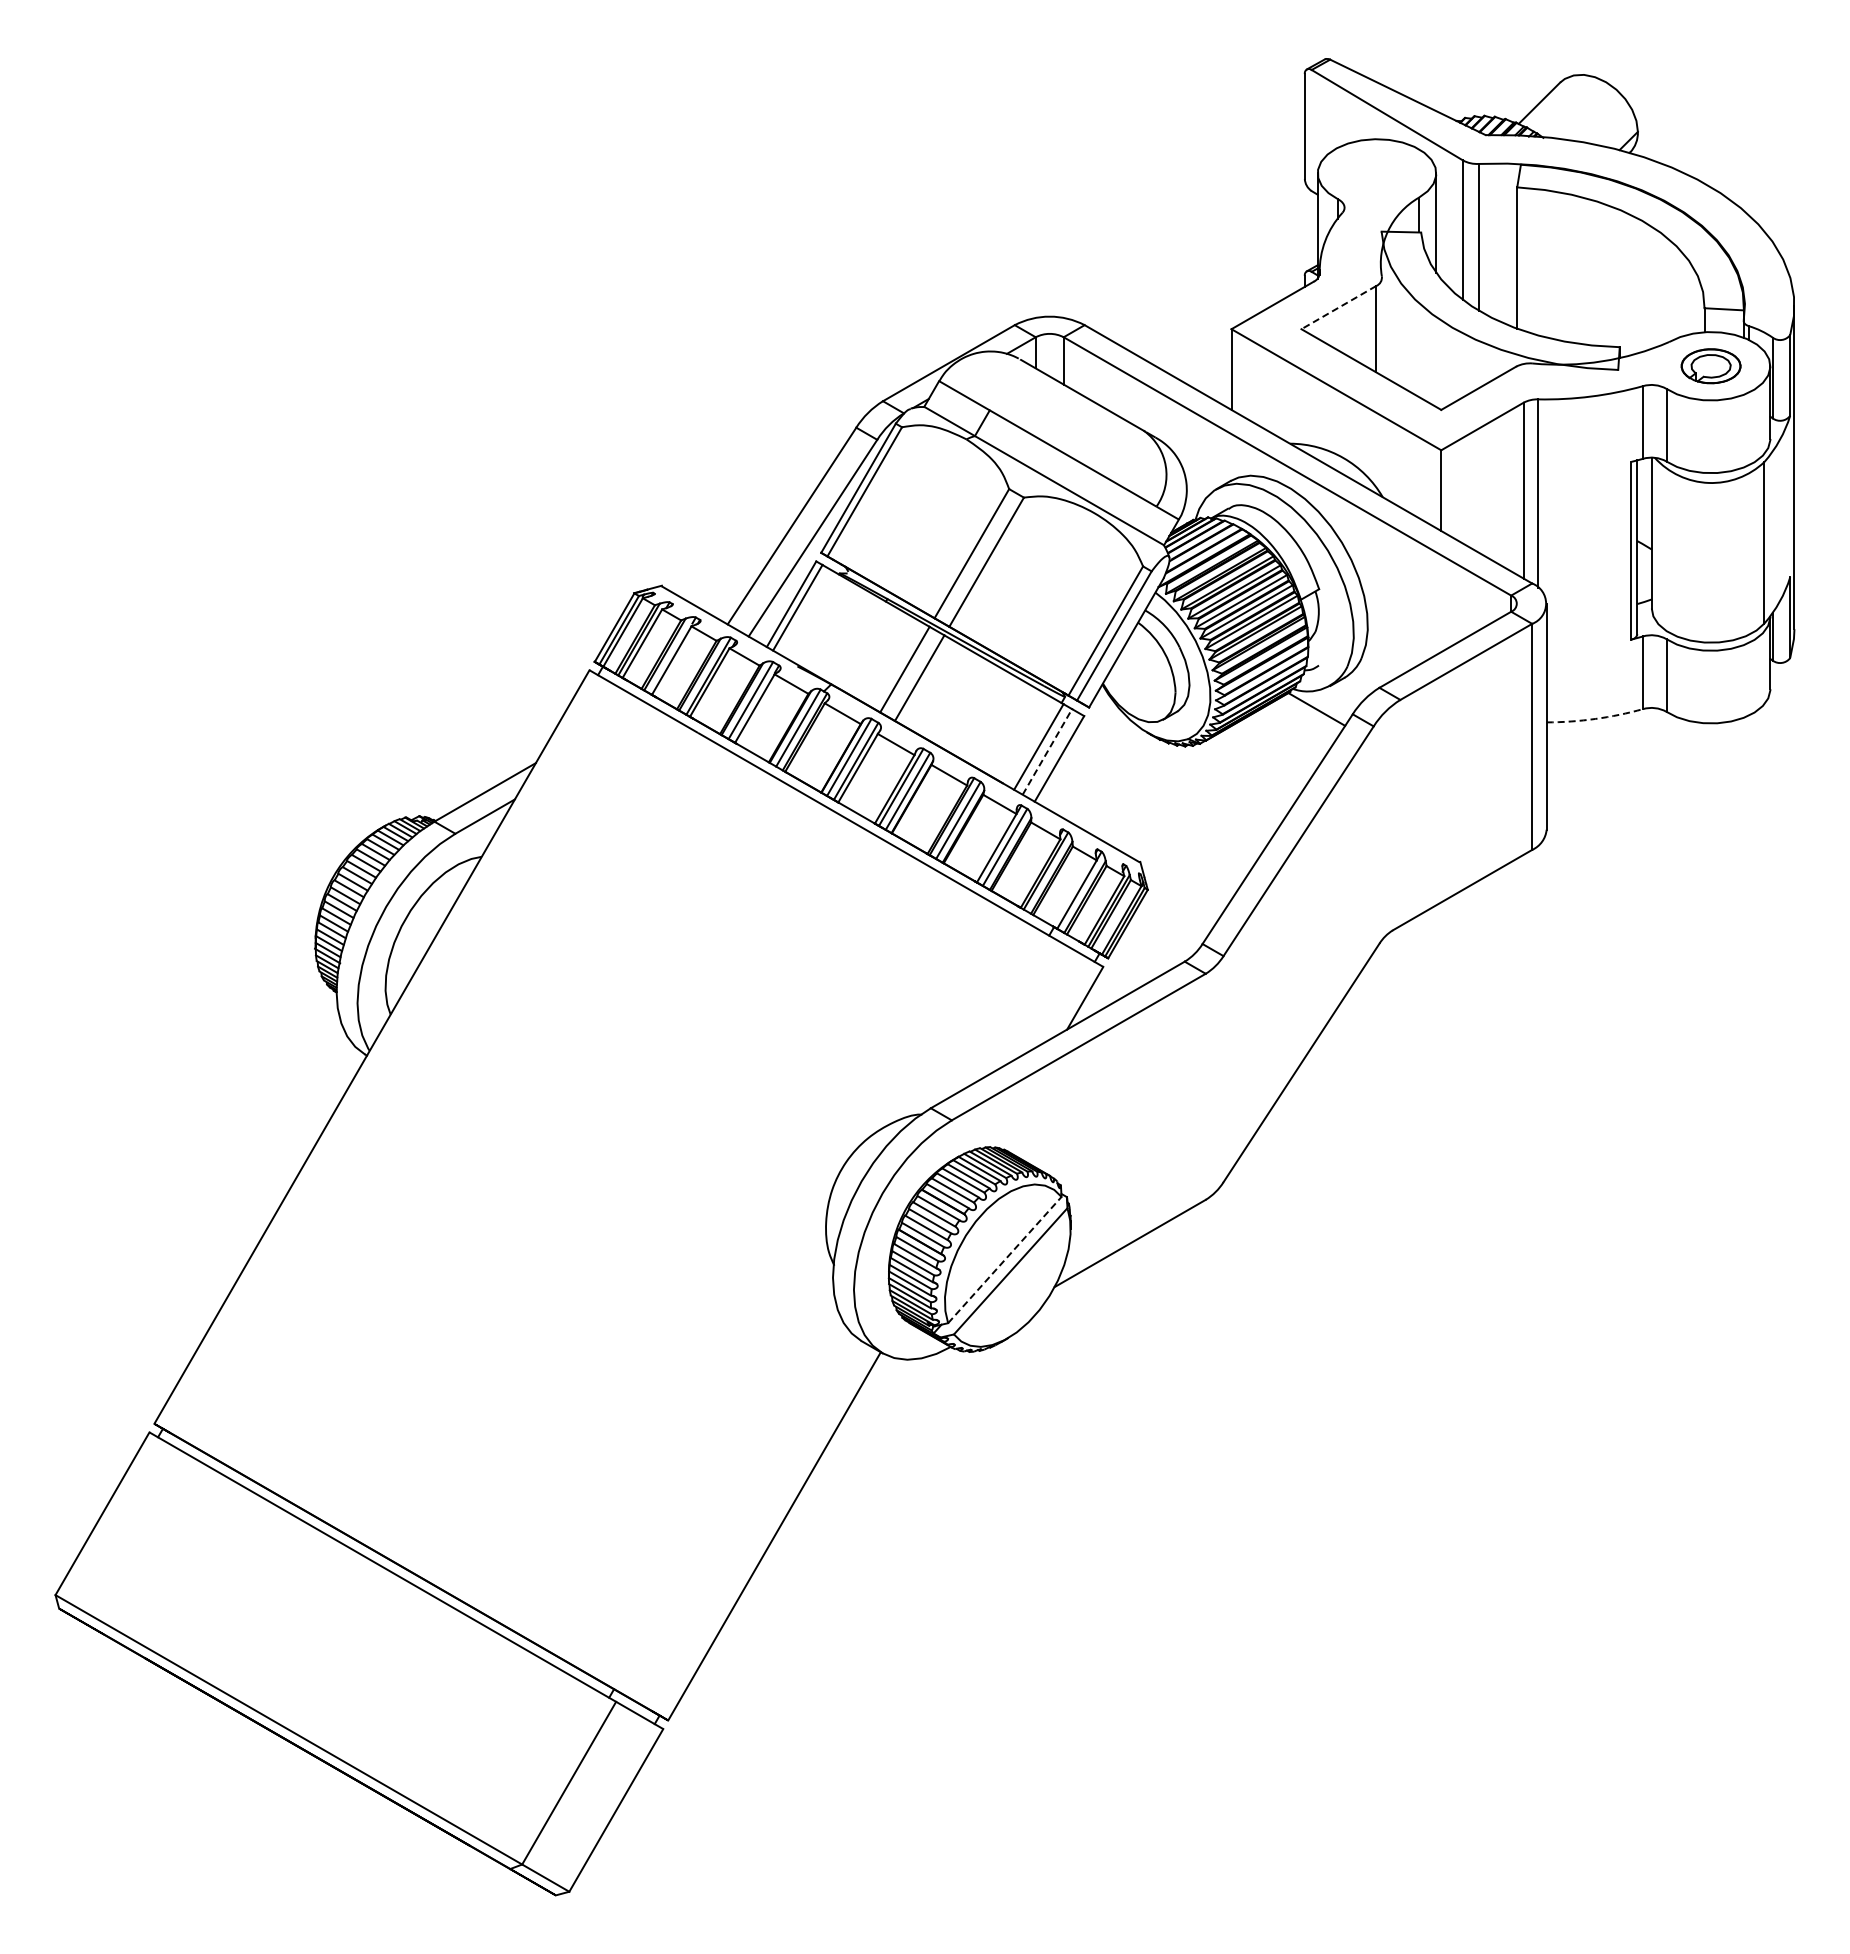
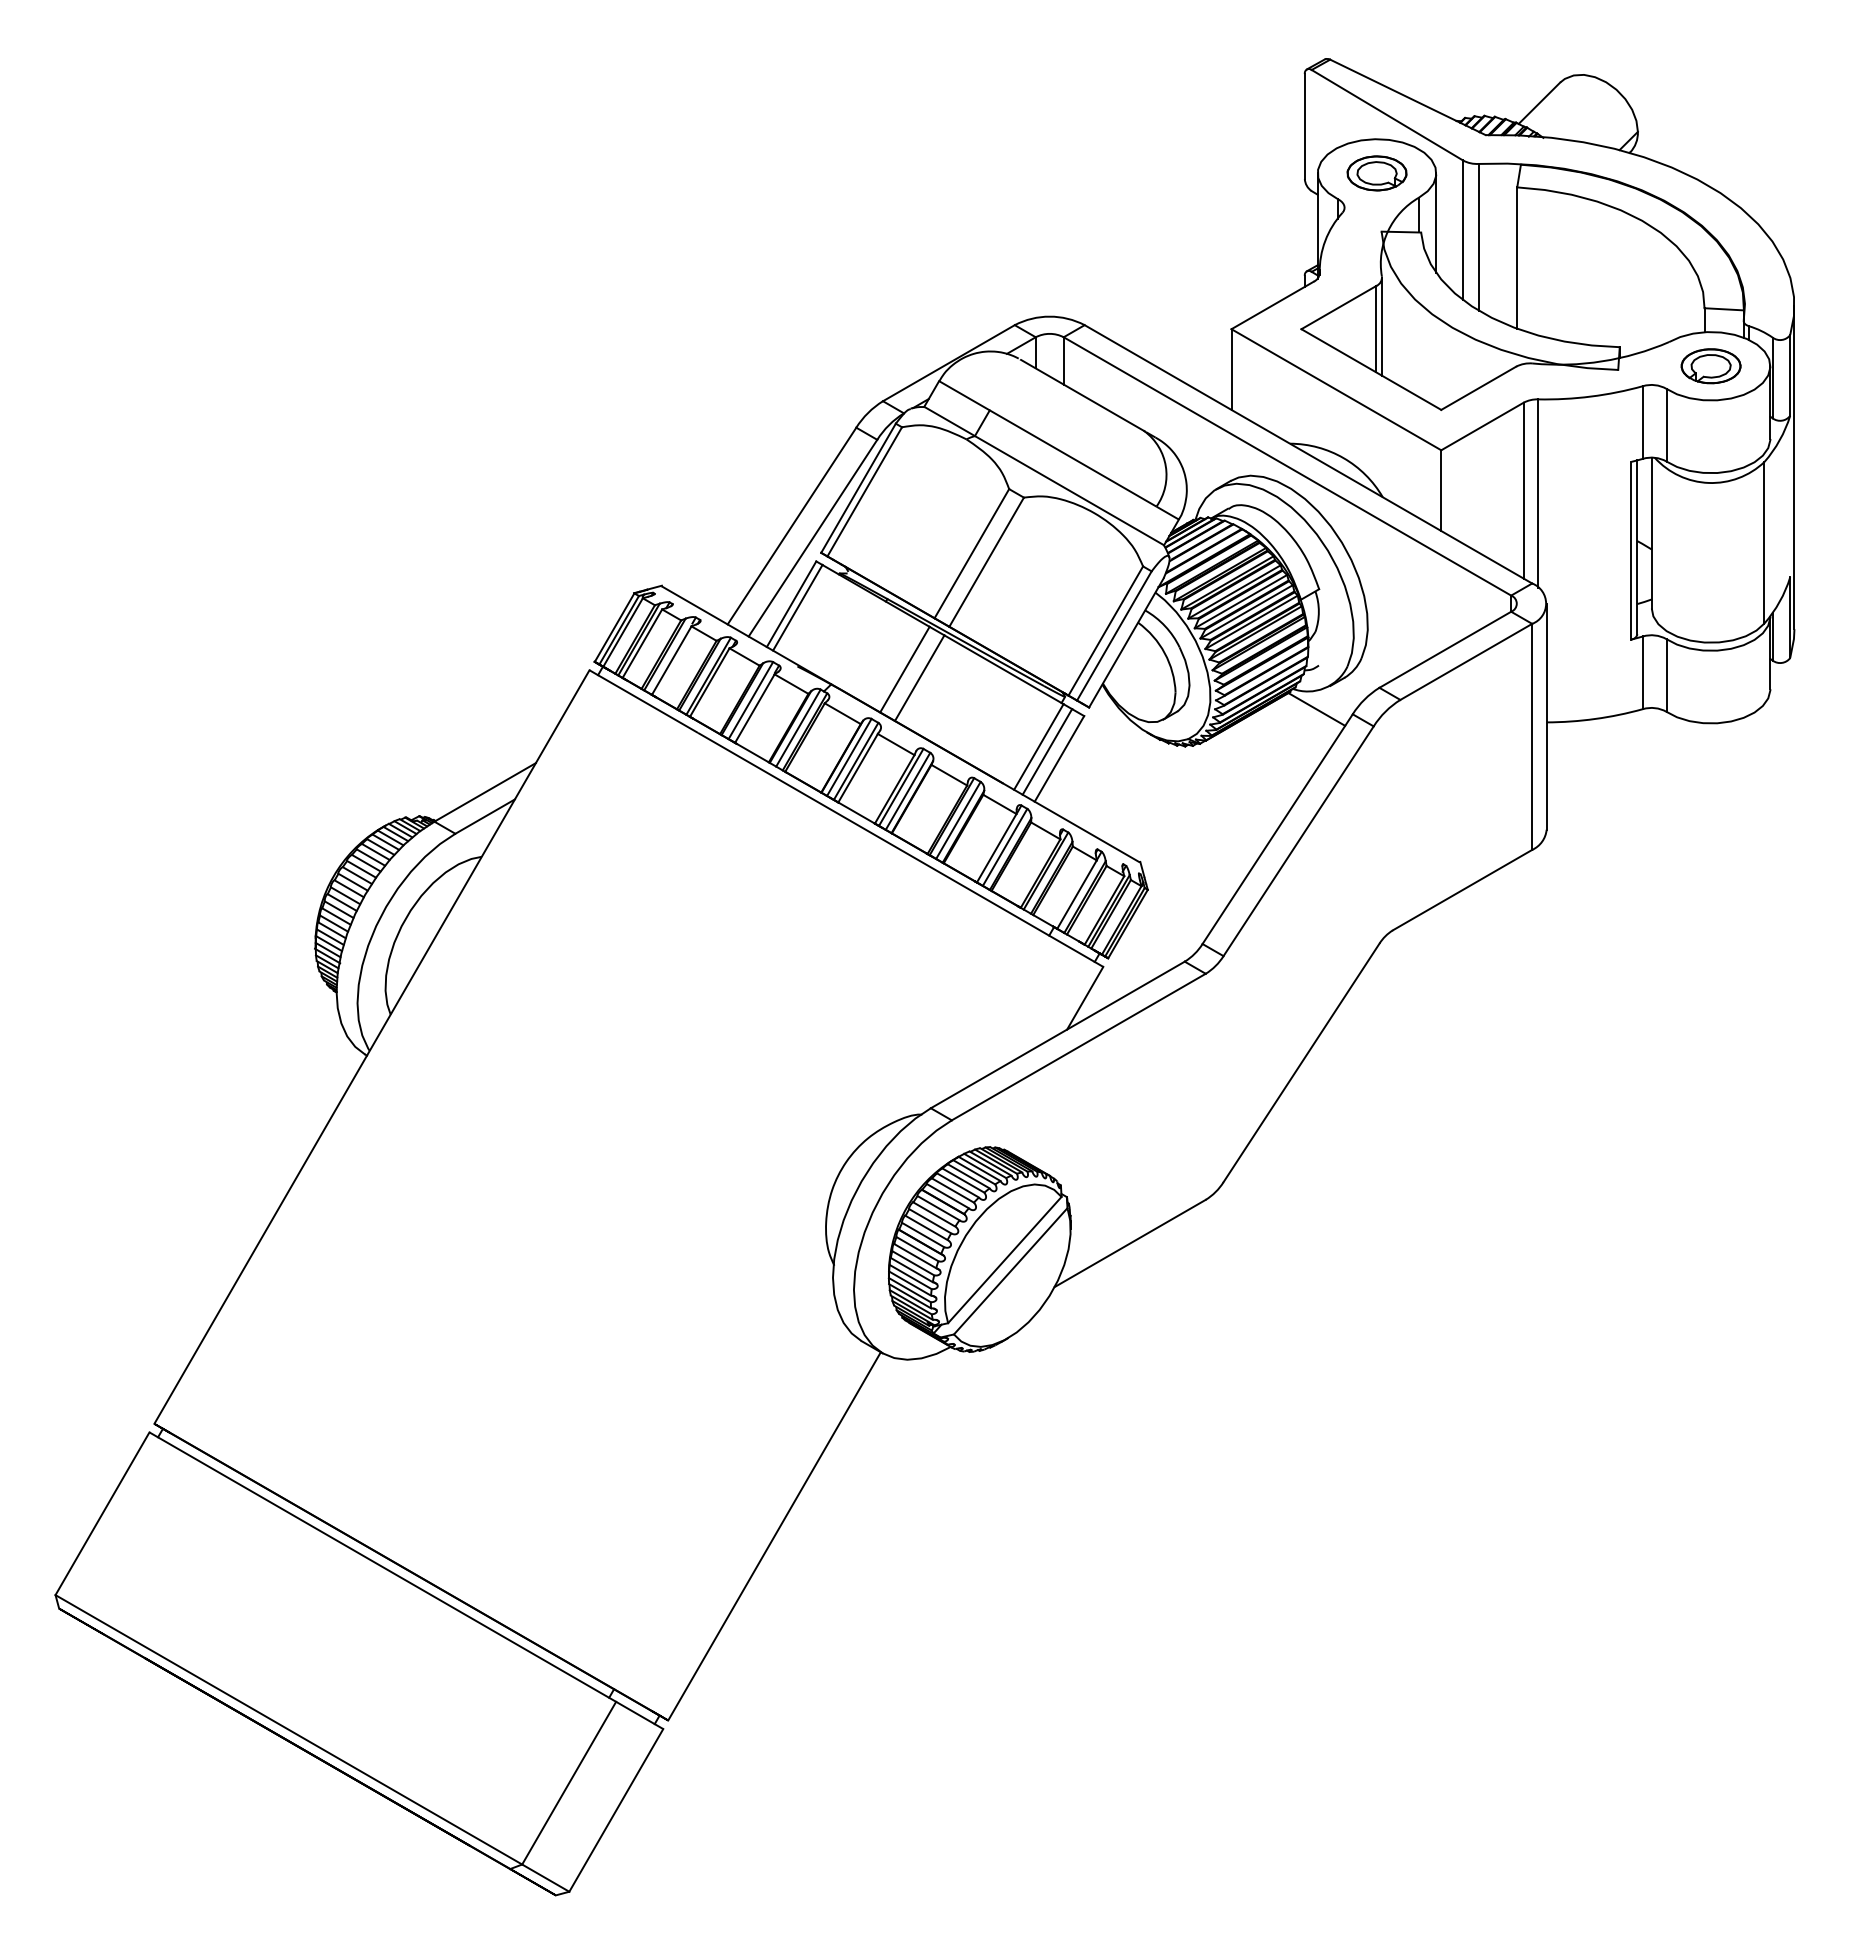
part at (1376, 173): none -> present
line at (1338, 307): dashed -> solid
line at (1382, 326): none -> present
arc at (1595, 718): dashed -> solid
line at (1047, 751): dashed -> solid
line at (1004, 1260): dashed -> solid
